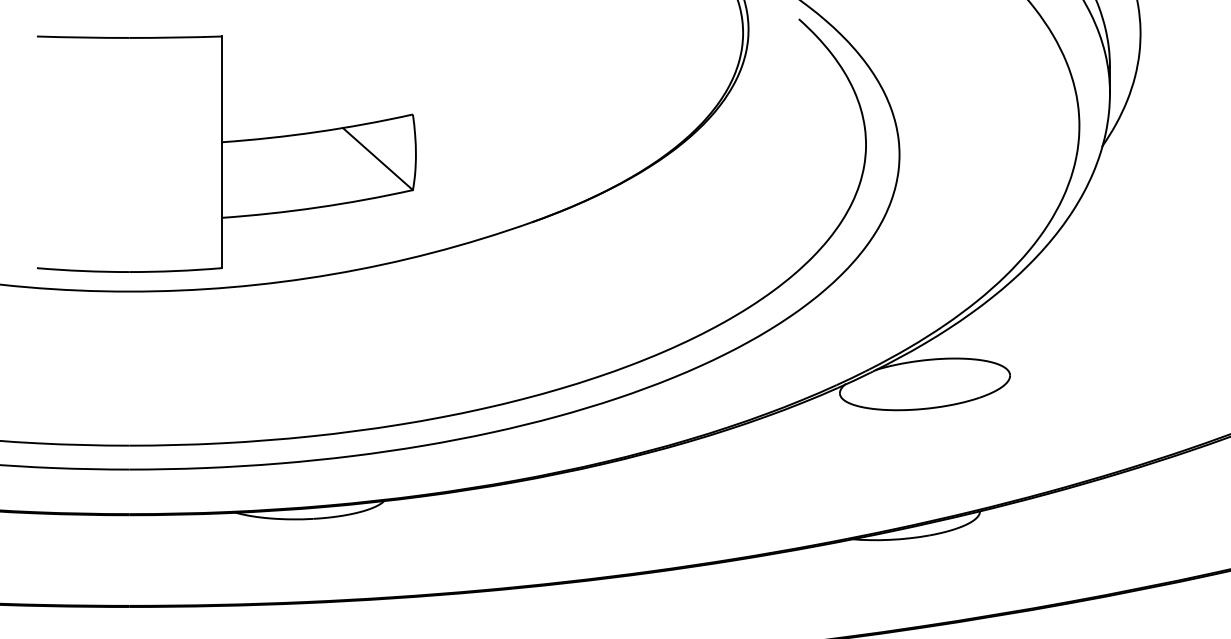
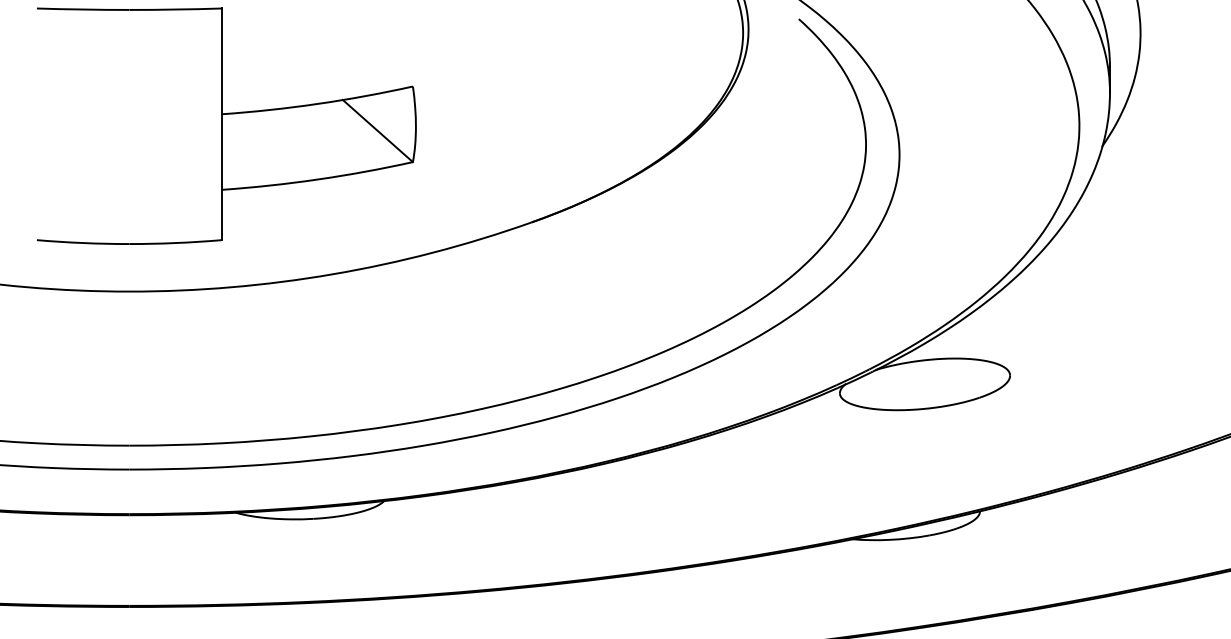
part at (226, 153) position: (226, 153) -> (226, 125)
